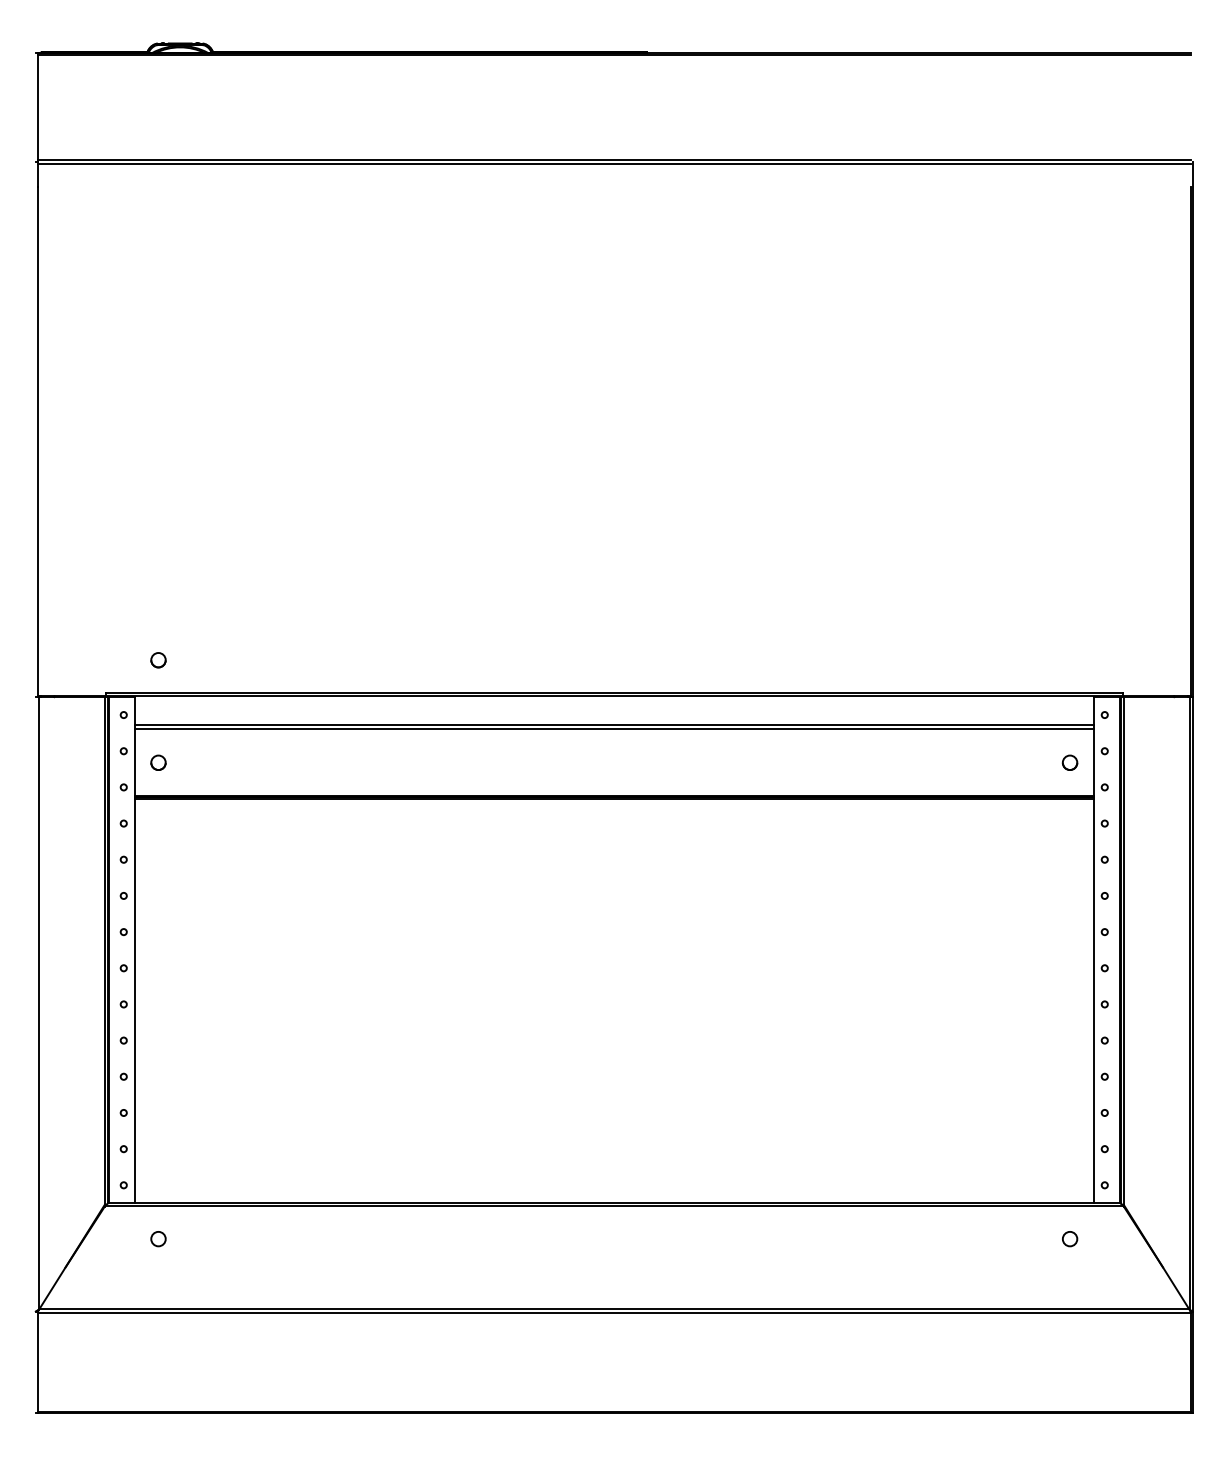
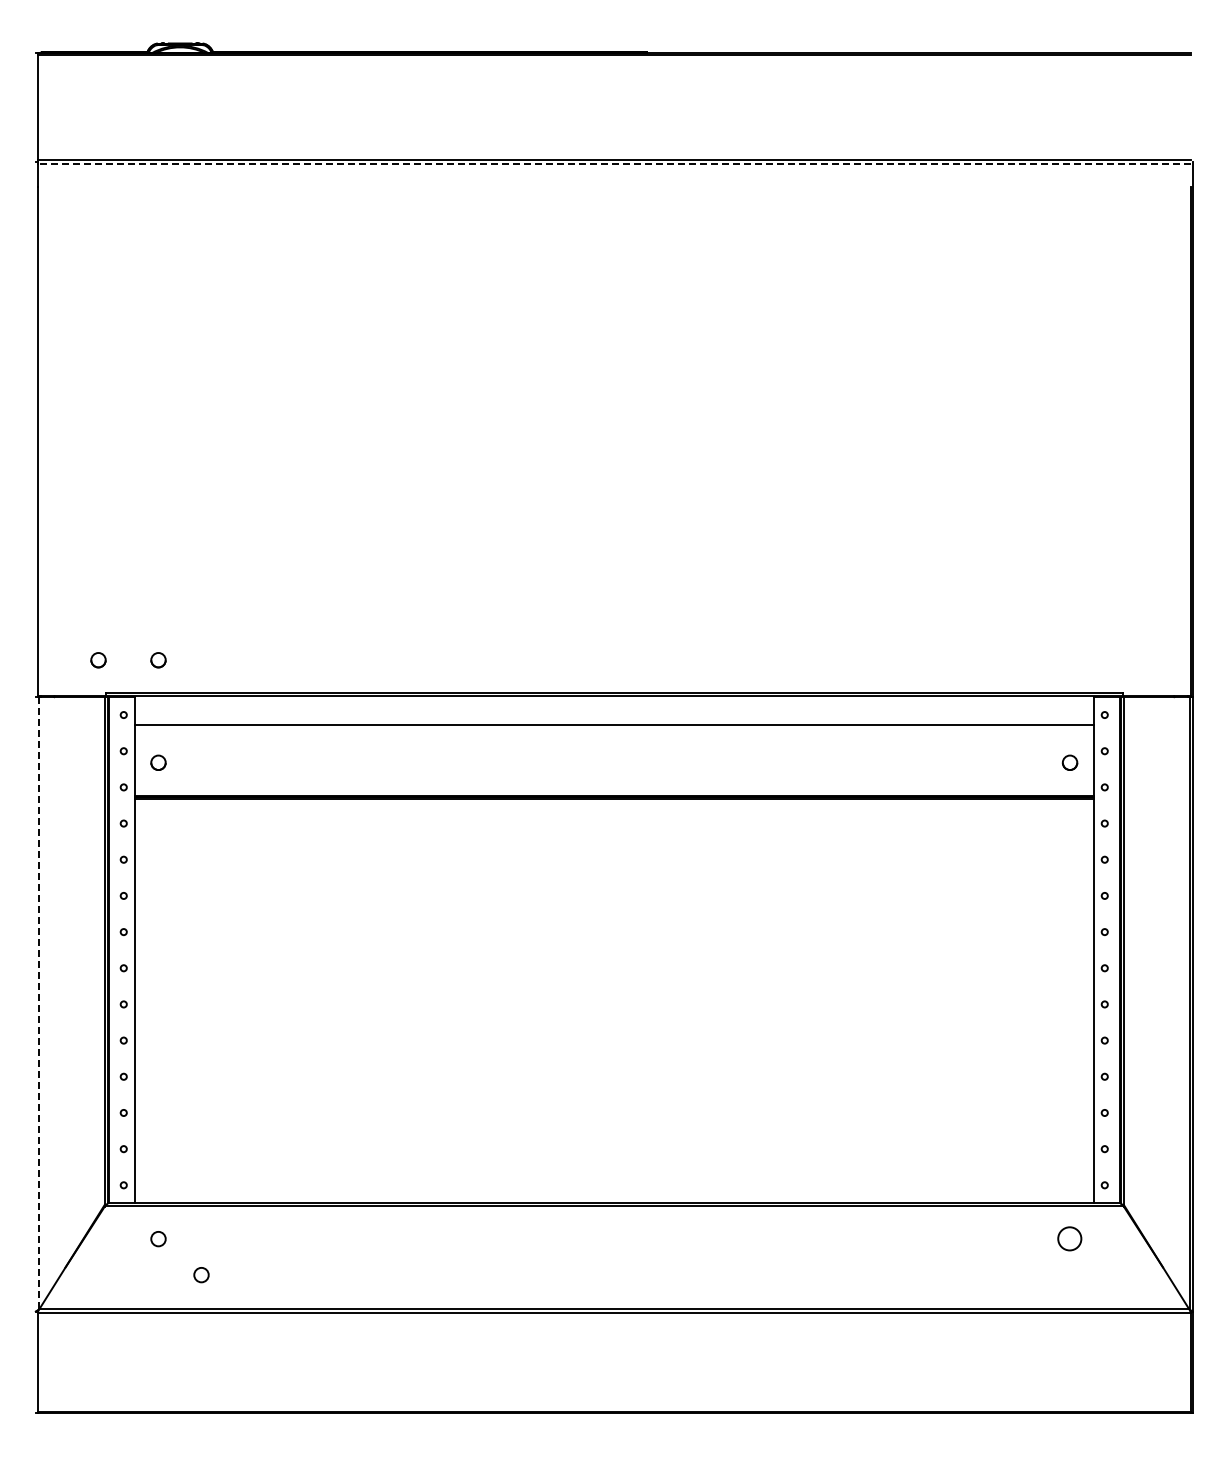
line at (614, 164): solid -> dashed
circle at (98, 660): none -> present
line at (613, 728): present -> none
line at (38, 1003): solid -> dashed
circle at (1070, 1239) size: 17x17 px -> 26x26 px
circle at (201, 1275): none -> present
